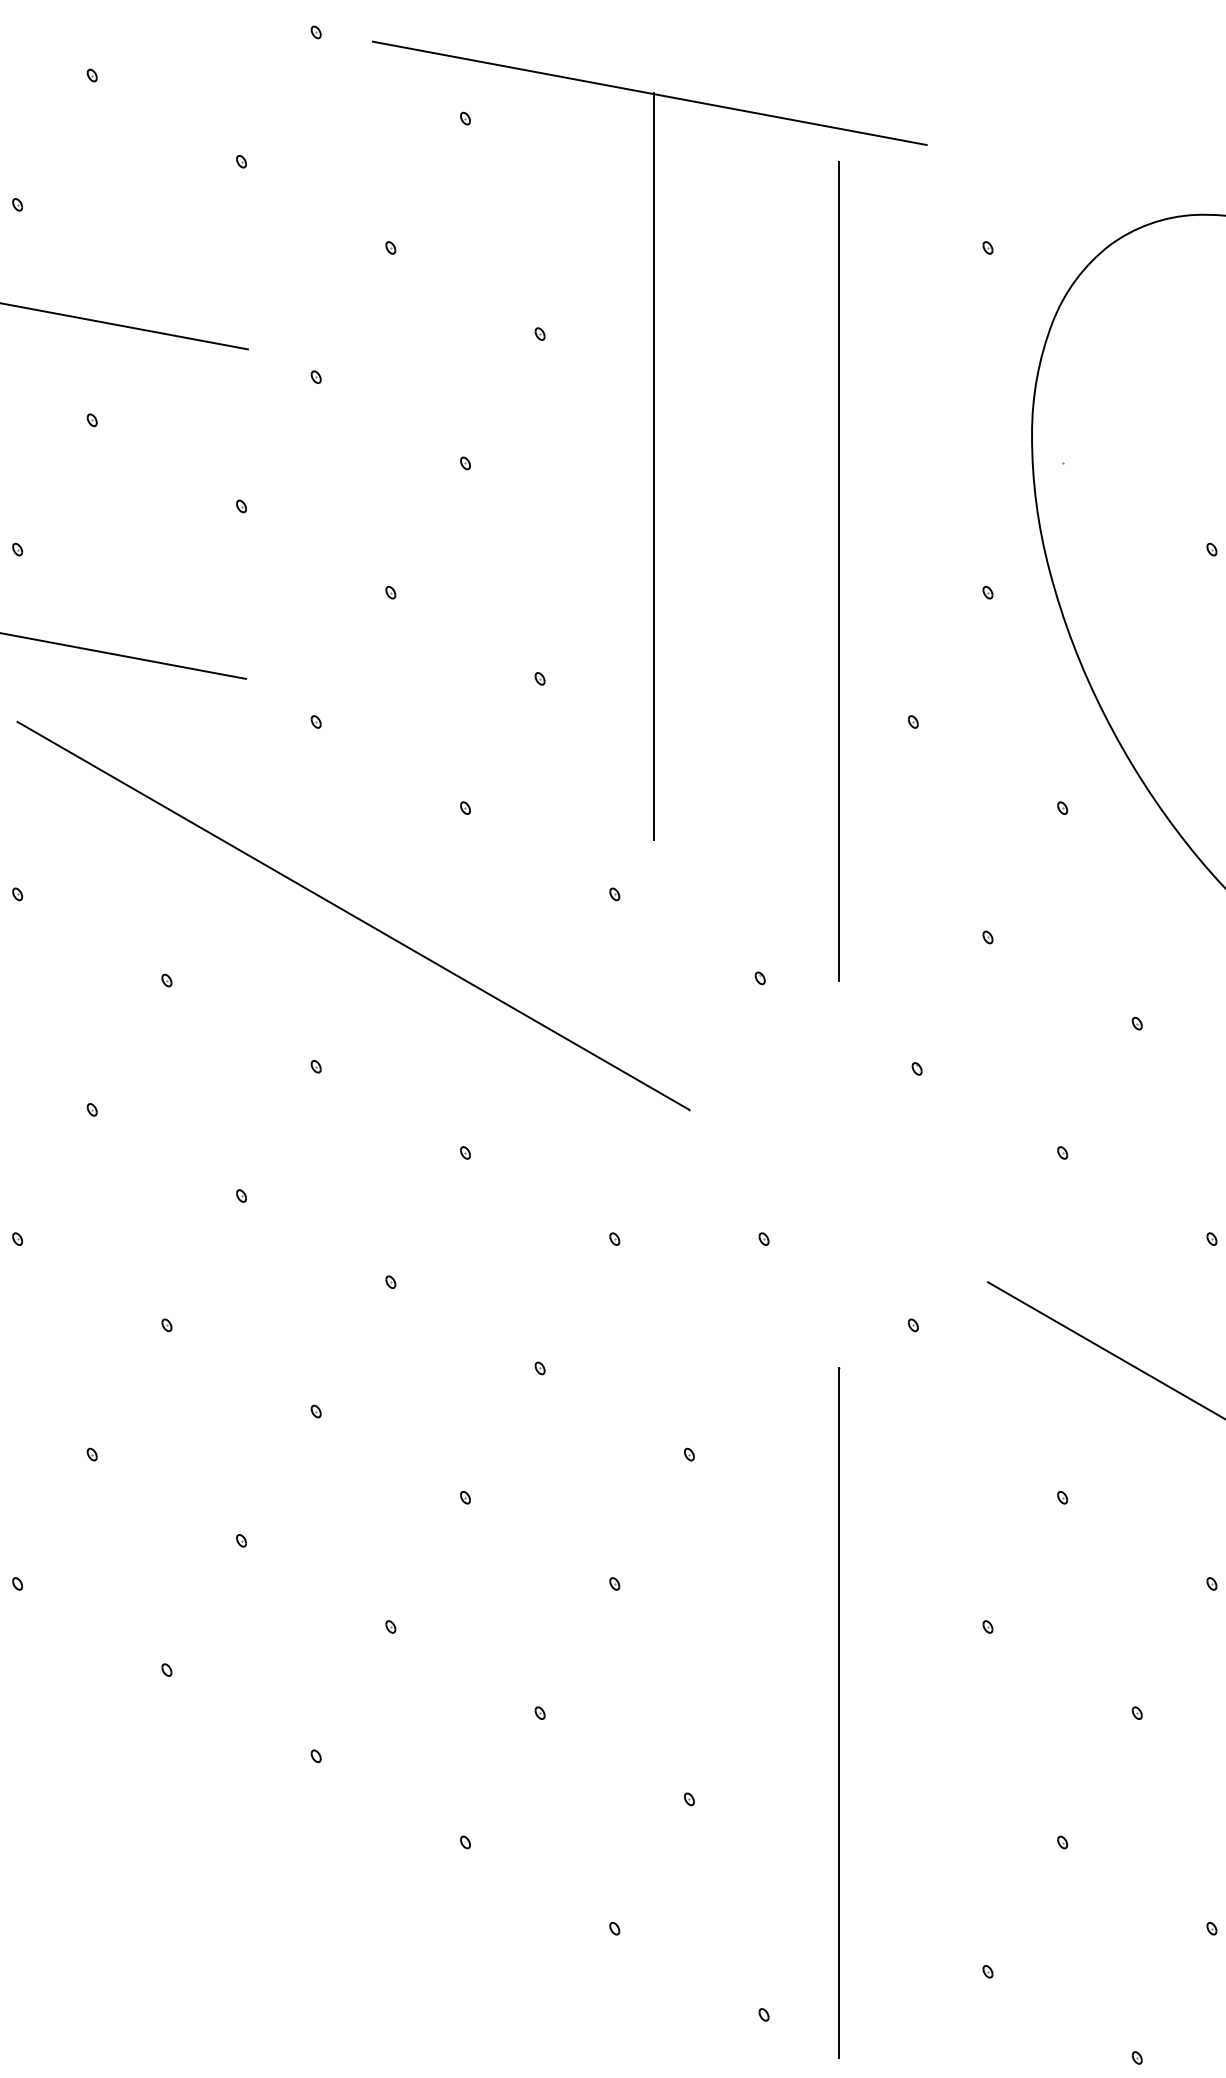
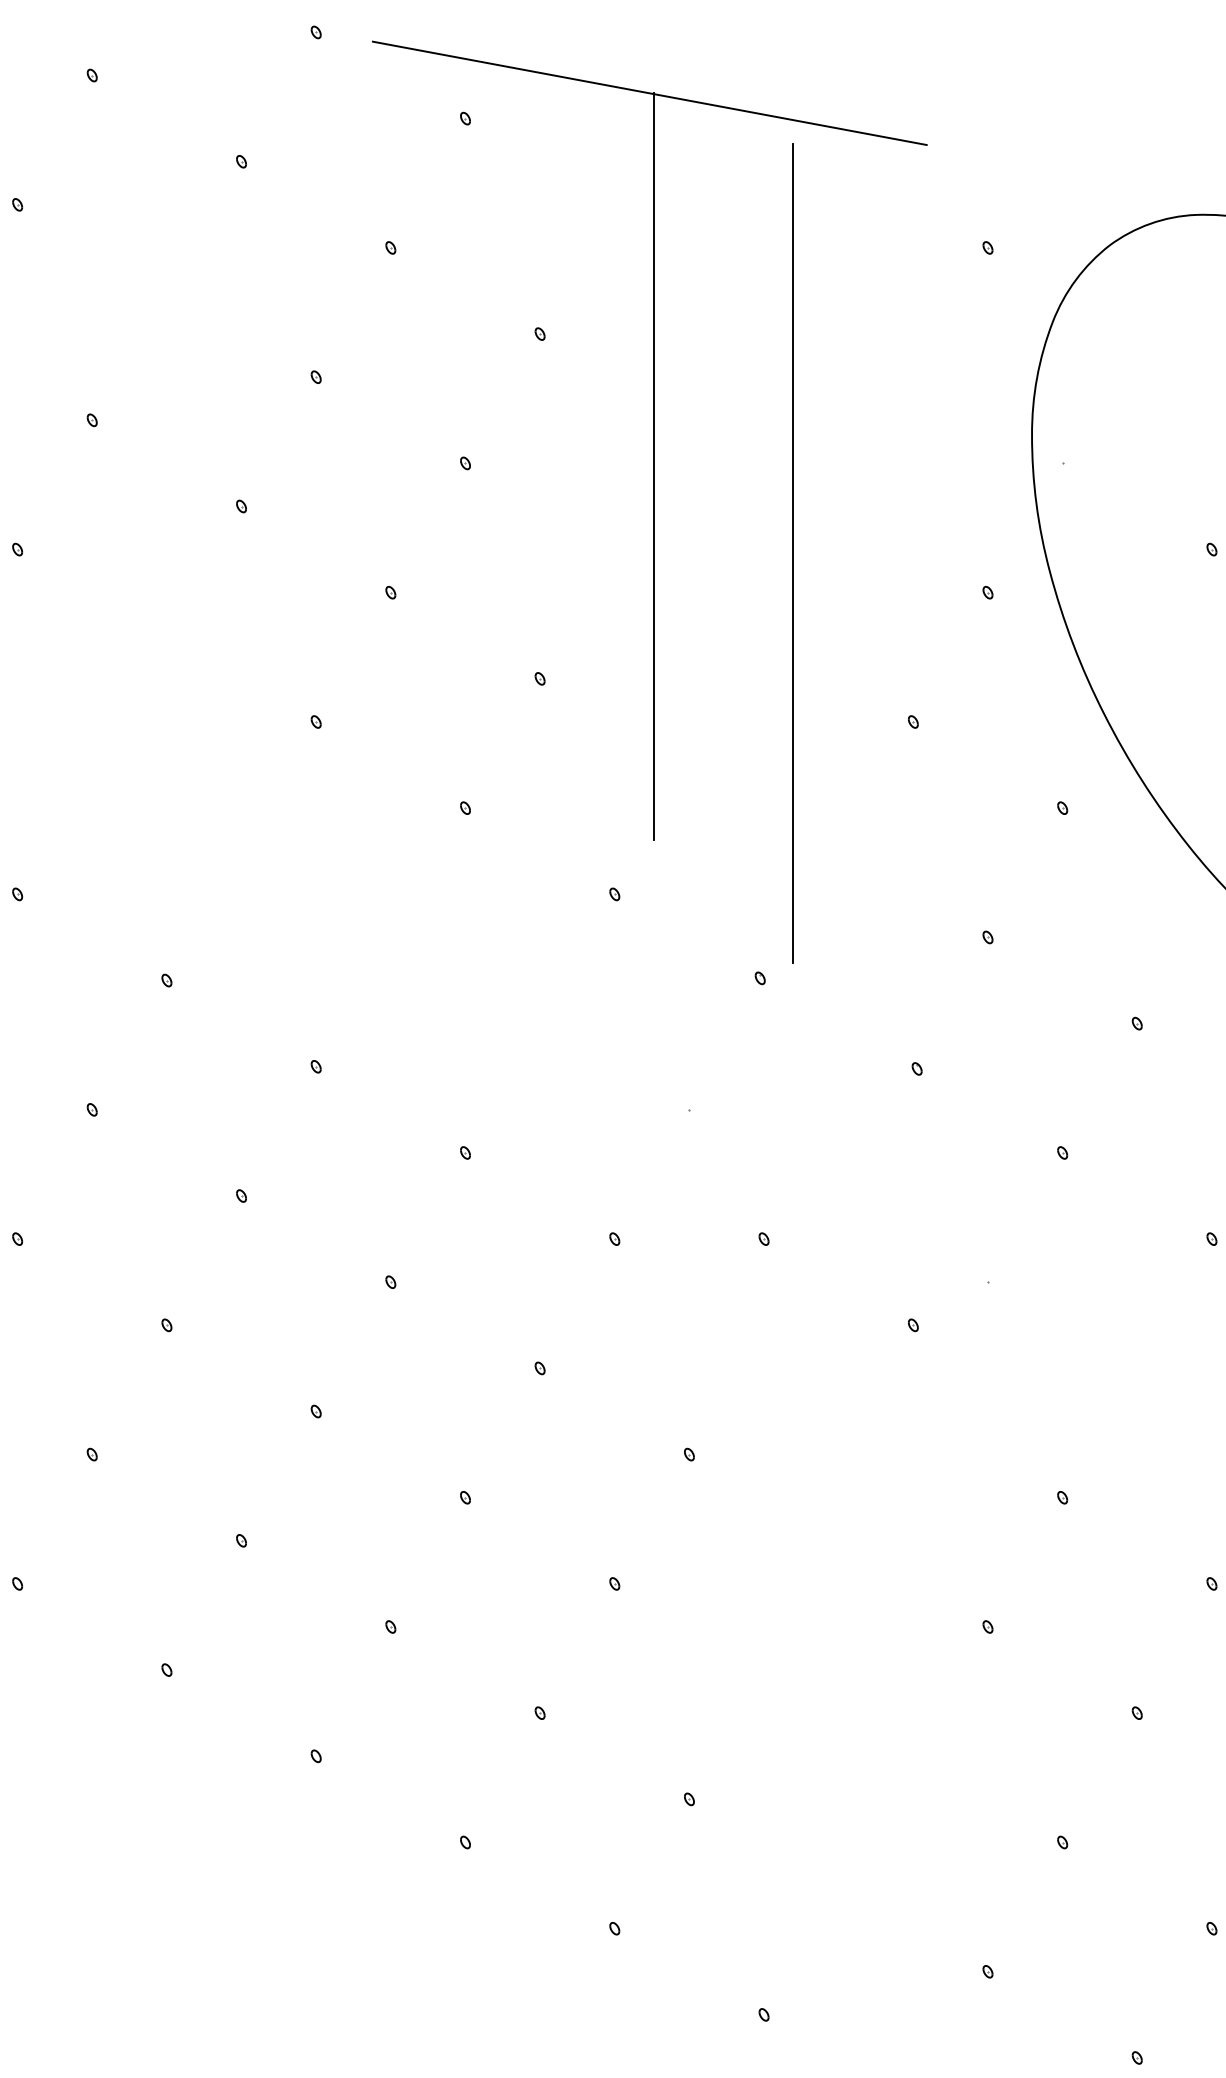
line at (124, 326): present -> none
line at (838, 571) position: (838, 571) -> (792, 553)
line at (123, 655): present -> none
line at (353, 915): present -> none
line at (1104, 1349): present -> none
line at (839, 1712): present -> none
